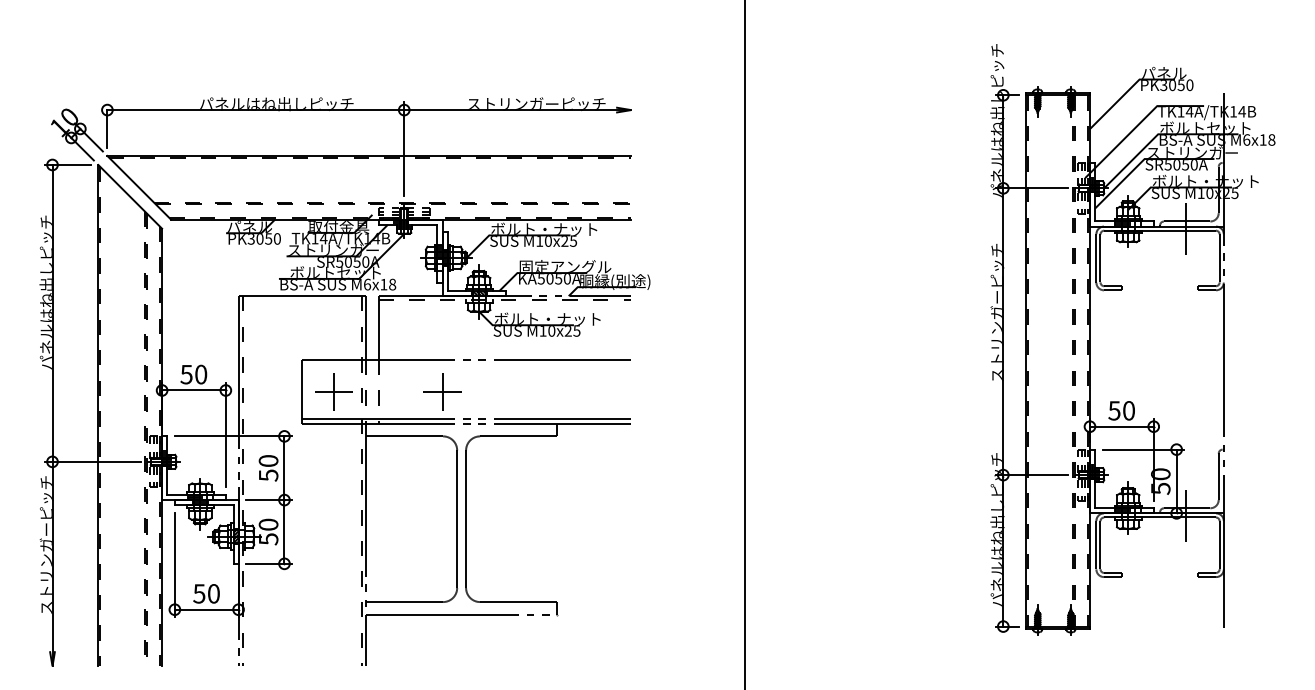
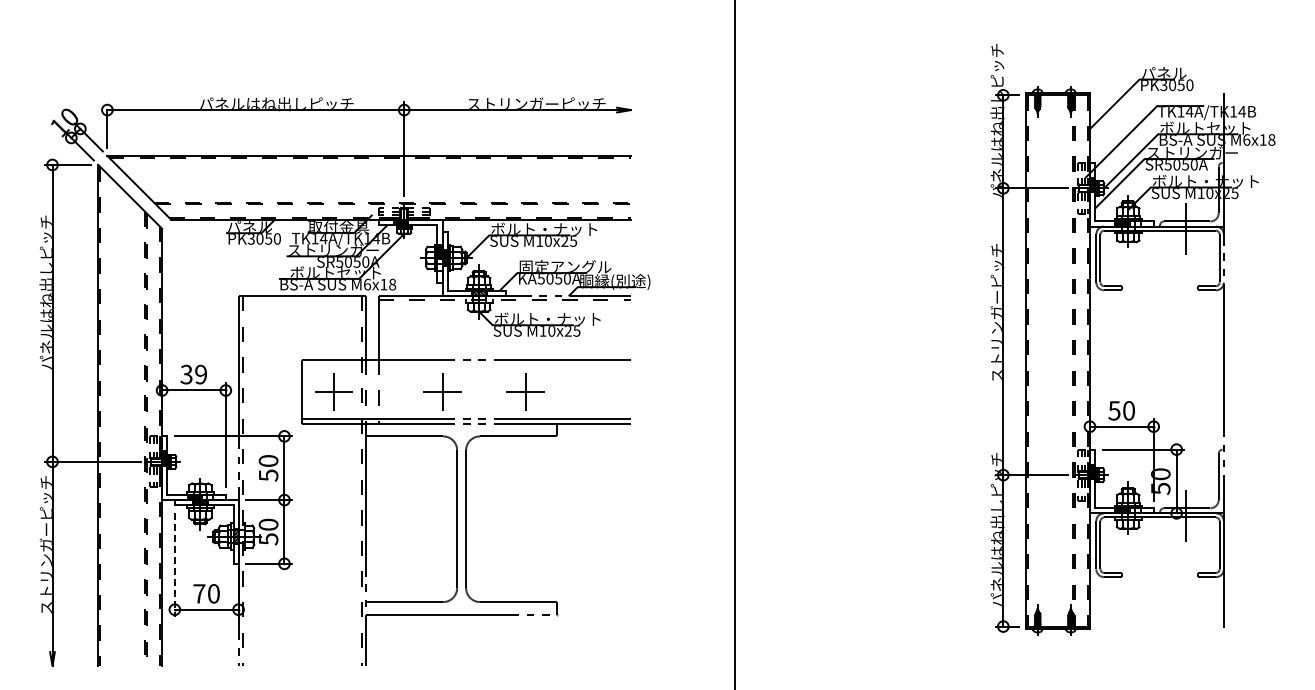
line at (745, 344) position: (745, 344) -> (735, 344)
text at (194, 374): 50 -> 39
part at (525, 391): none -> present
line at (174, 565): solid -> dashed
text at (199, 593): 50 -> 70
